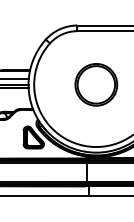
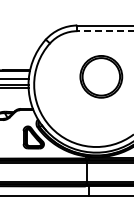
line at (105, 31): solid -> dashed
part at (96, 84) position: (96, 84) -> (101, 76)
